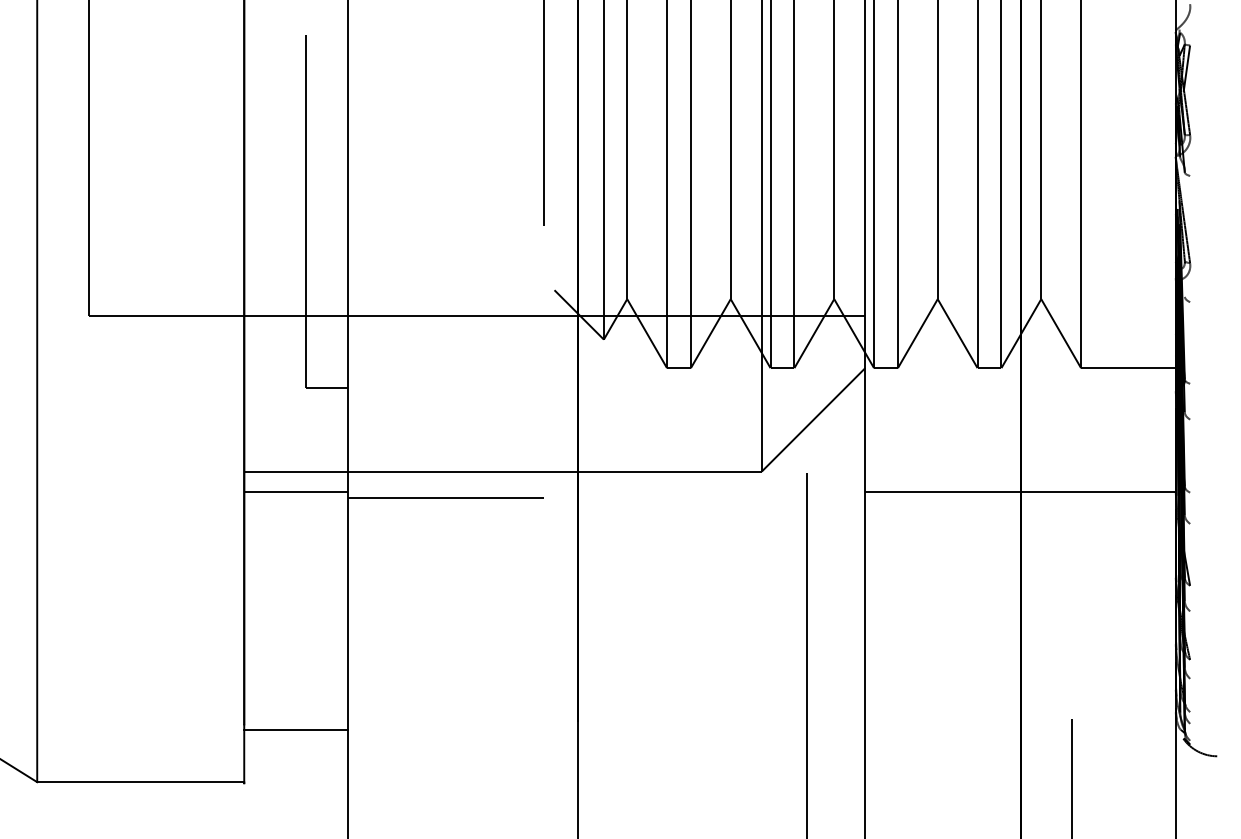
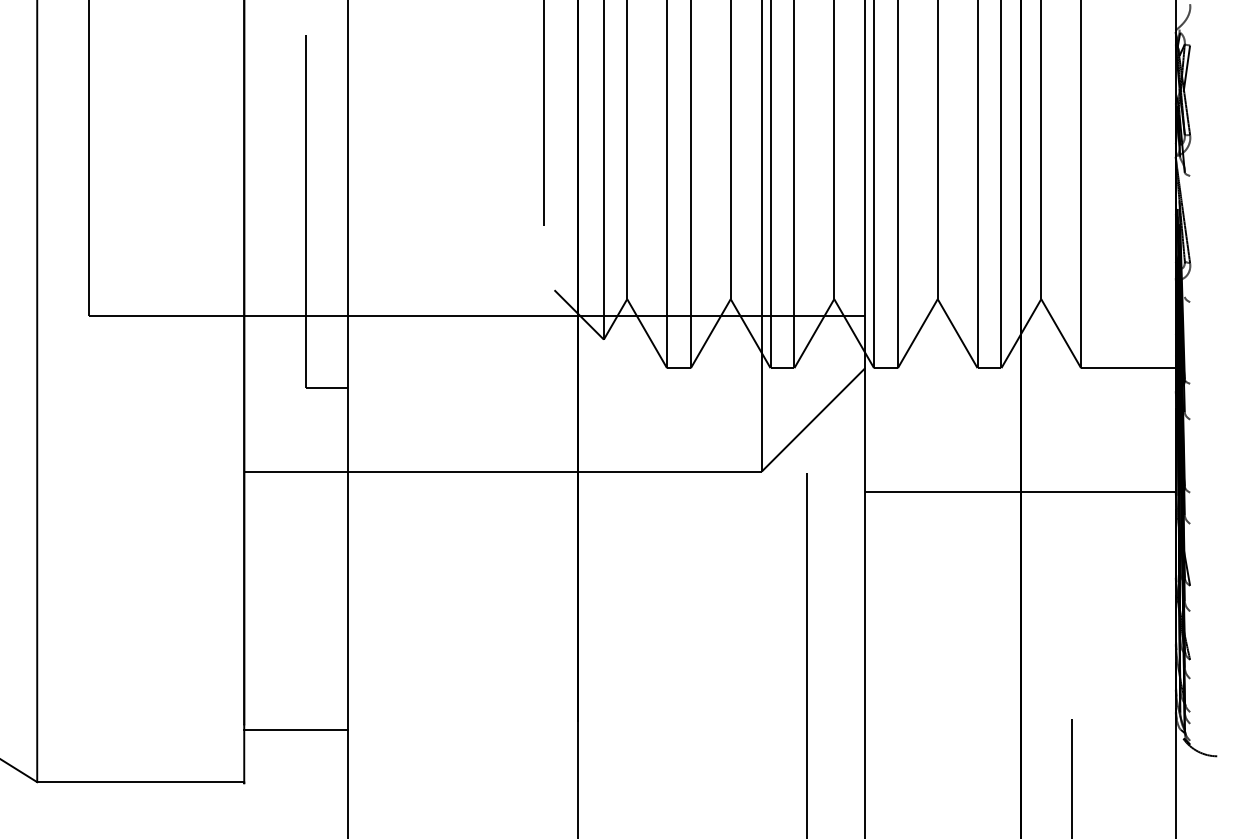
line at (295, 492): present -> none
line at (445, 497): present -> none
